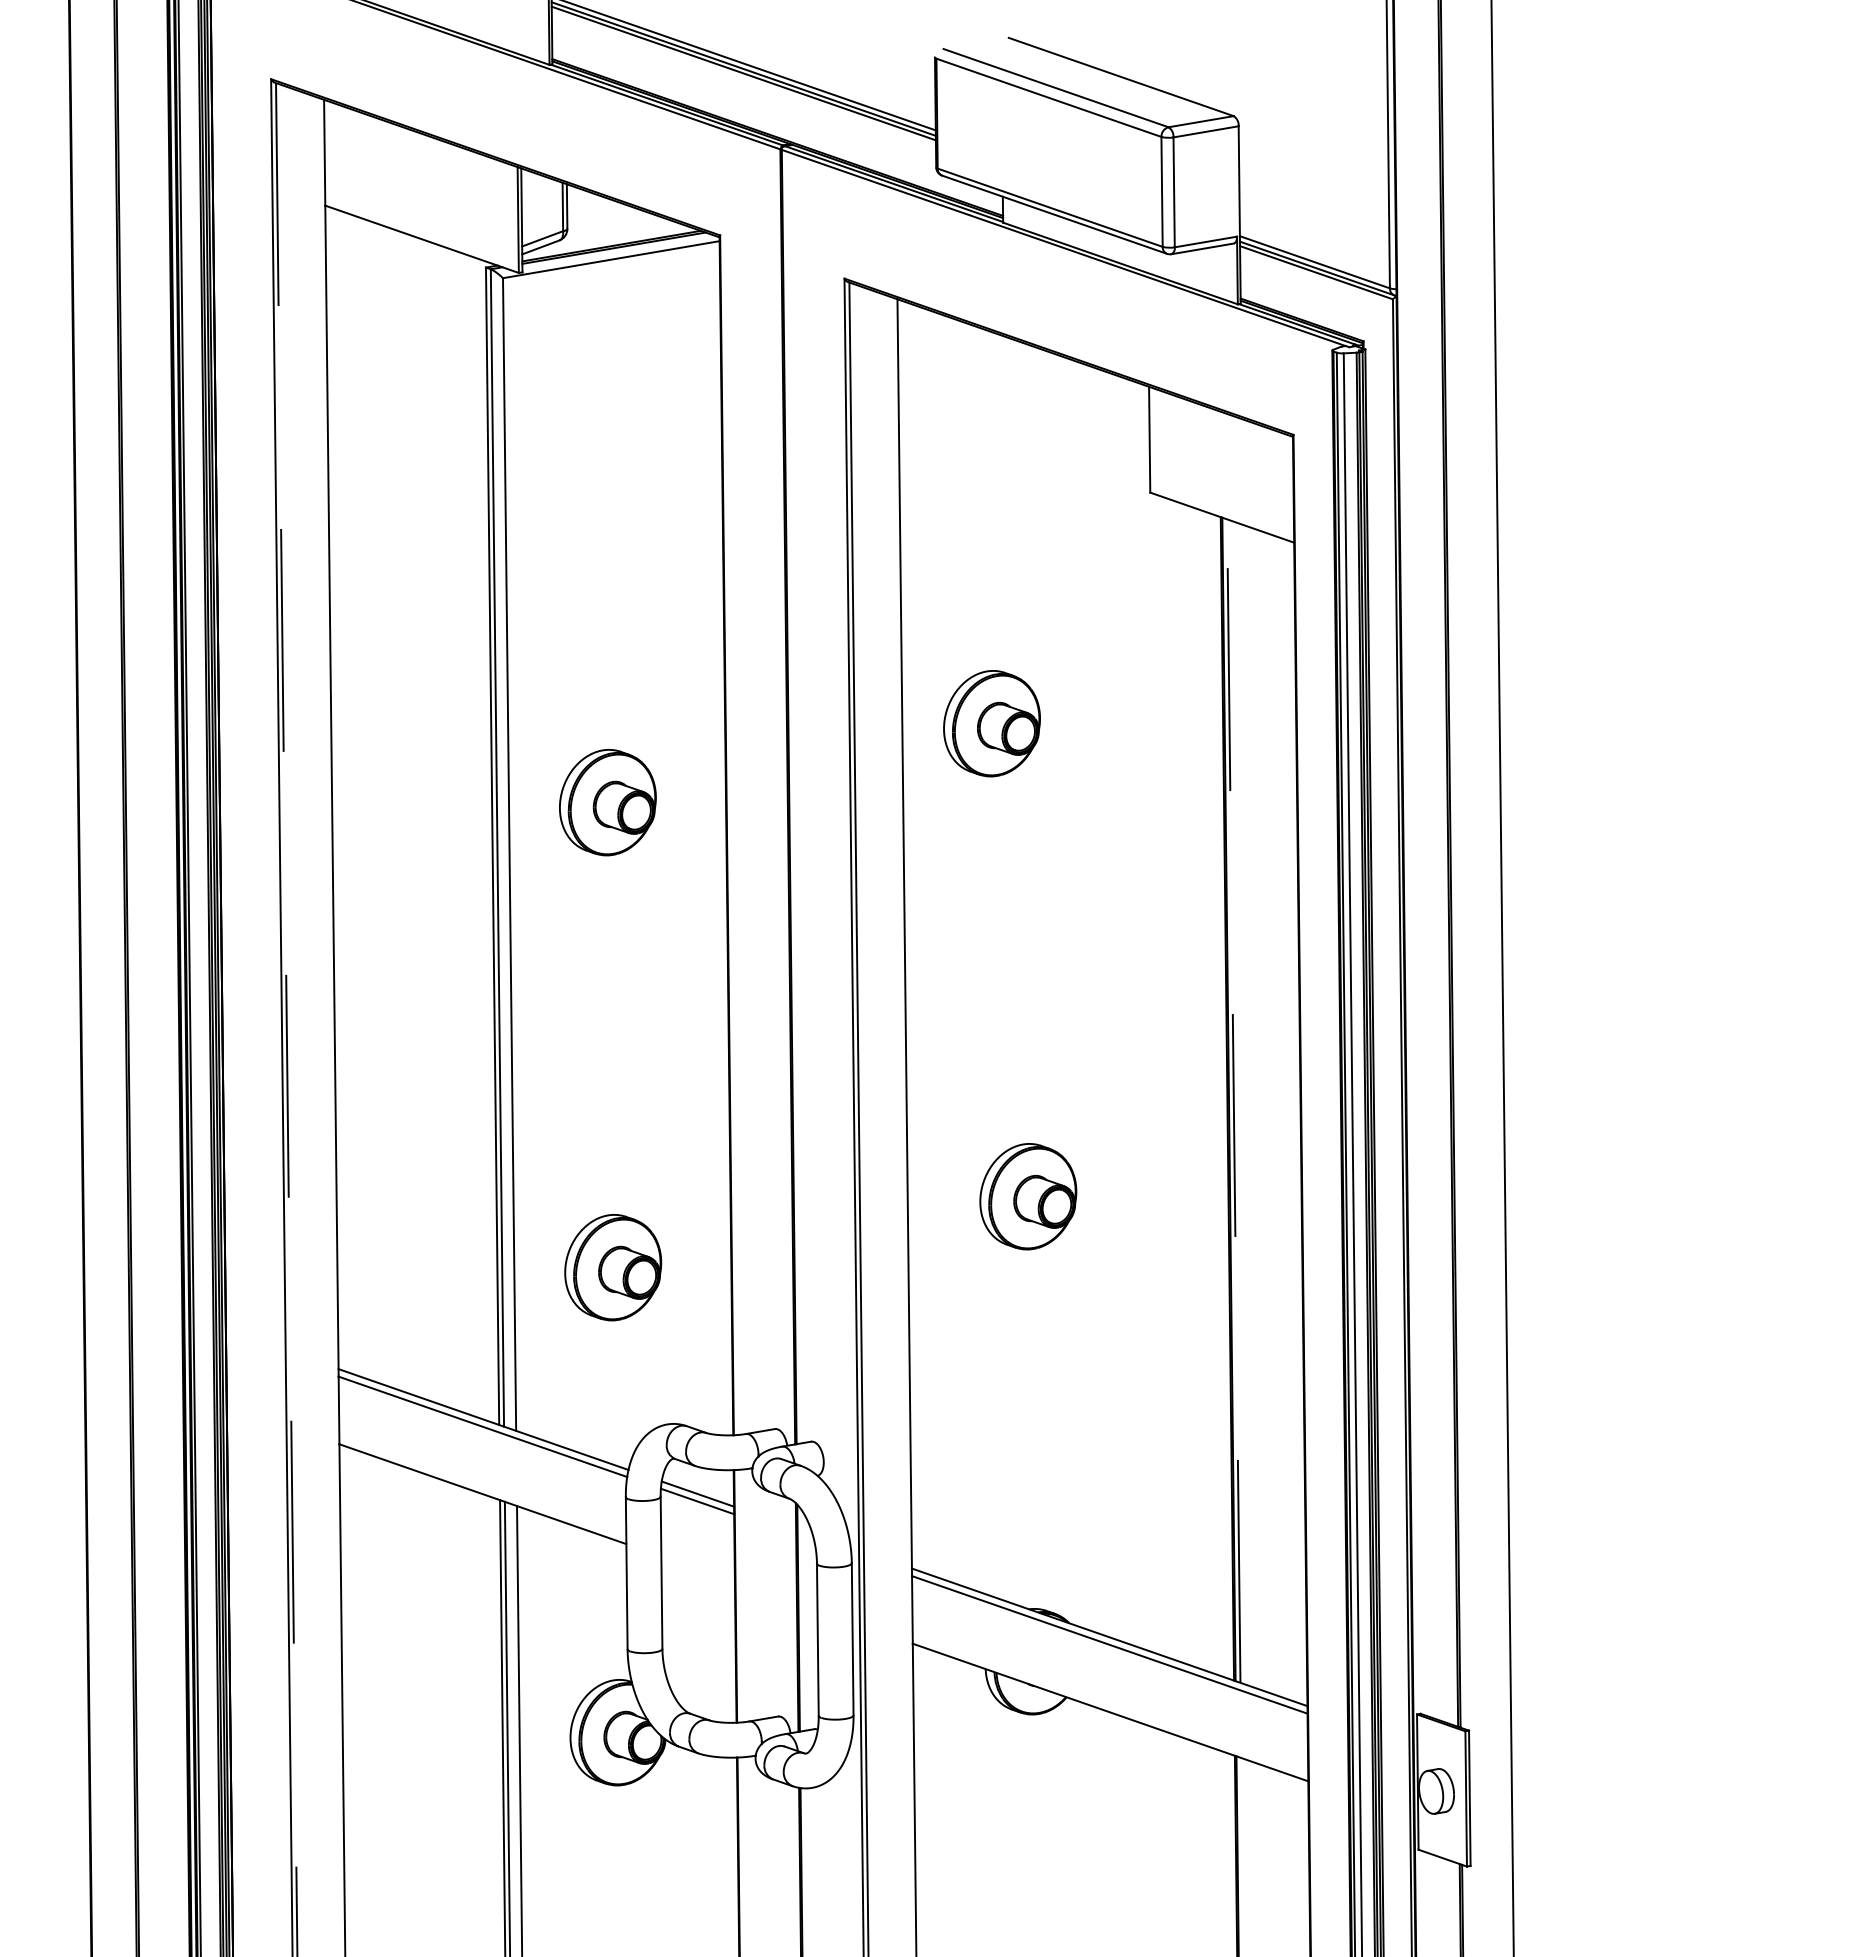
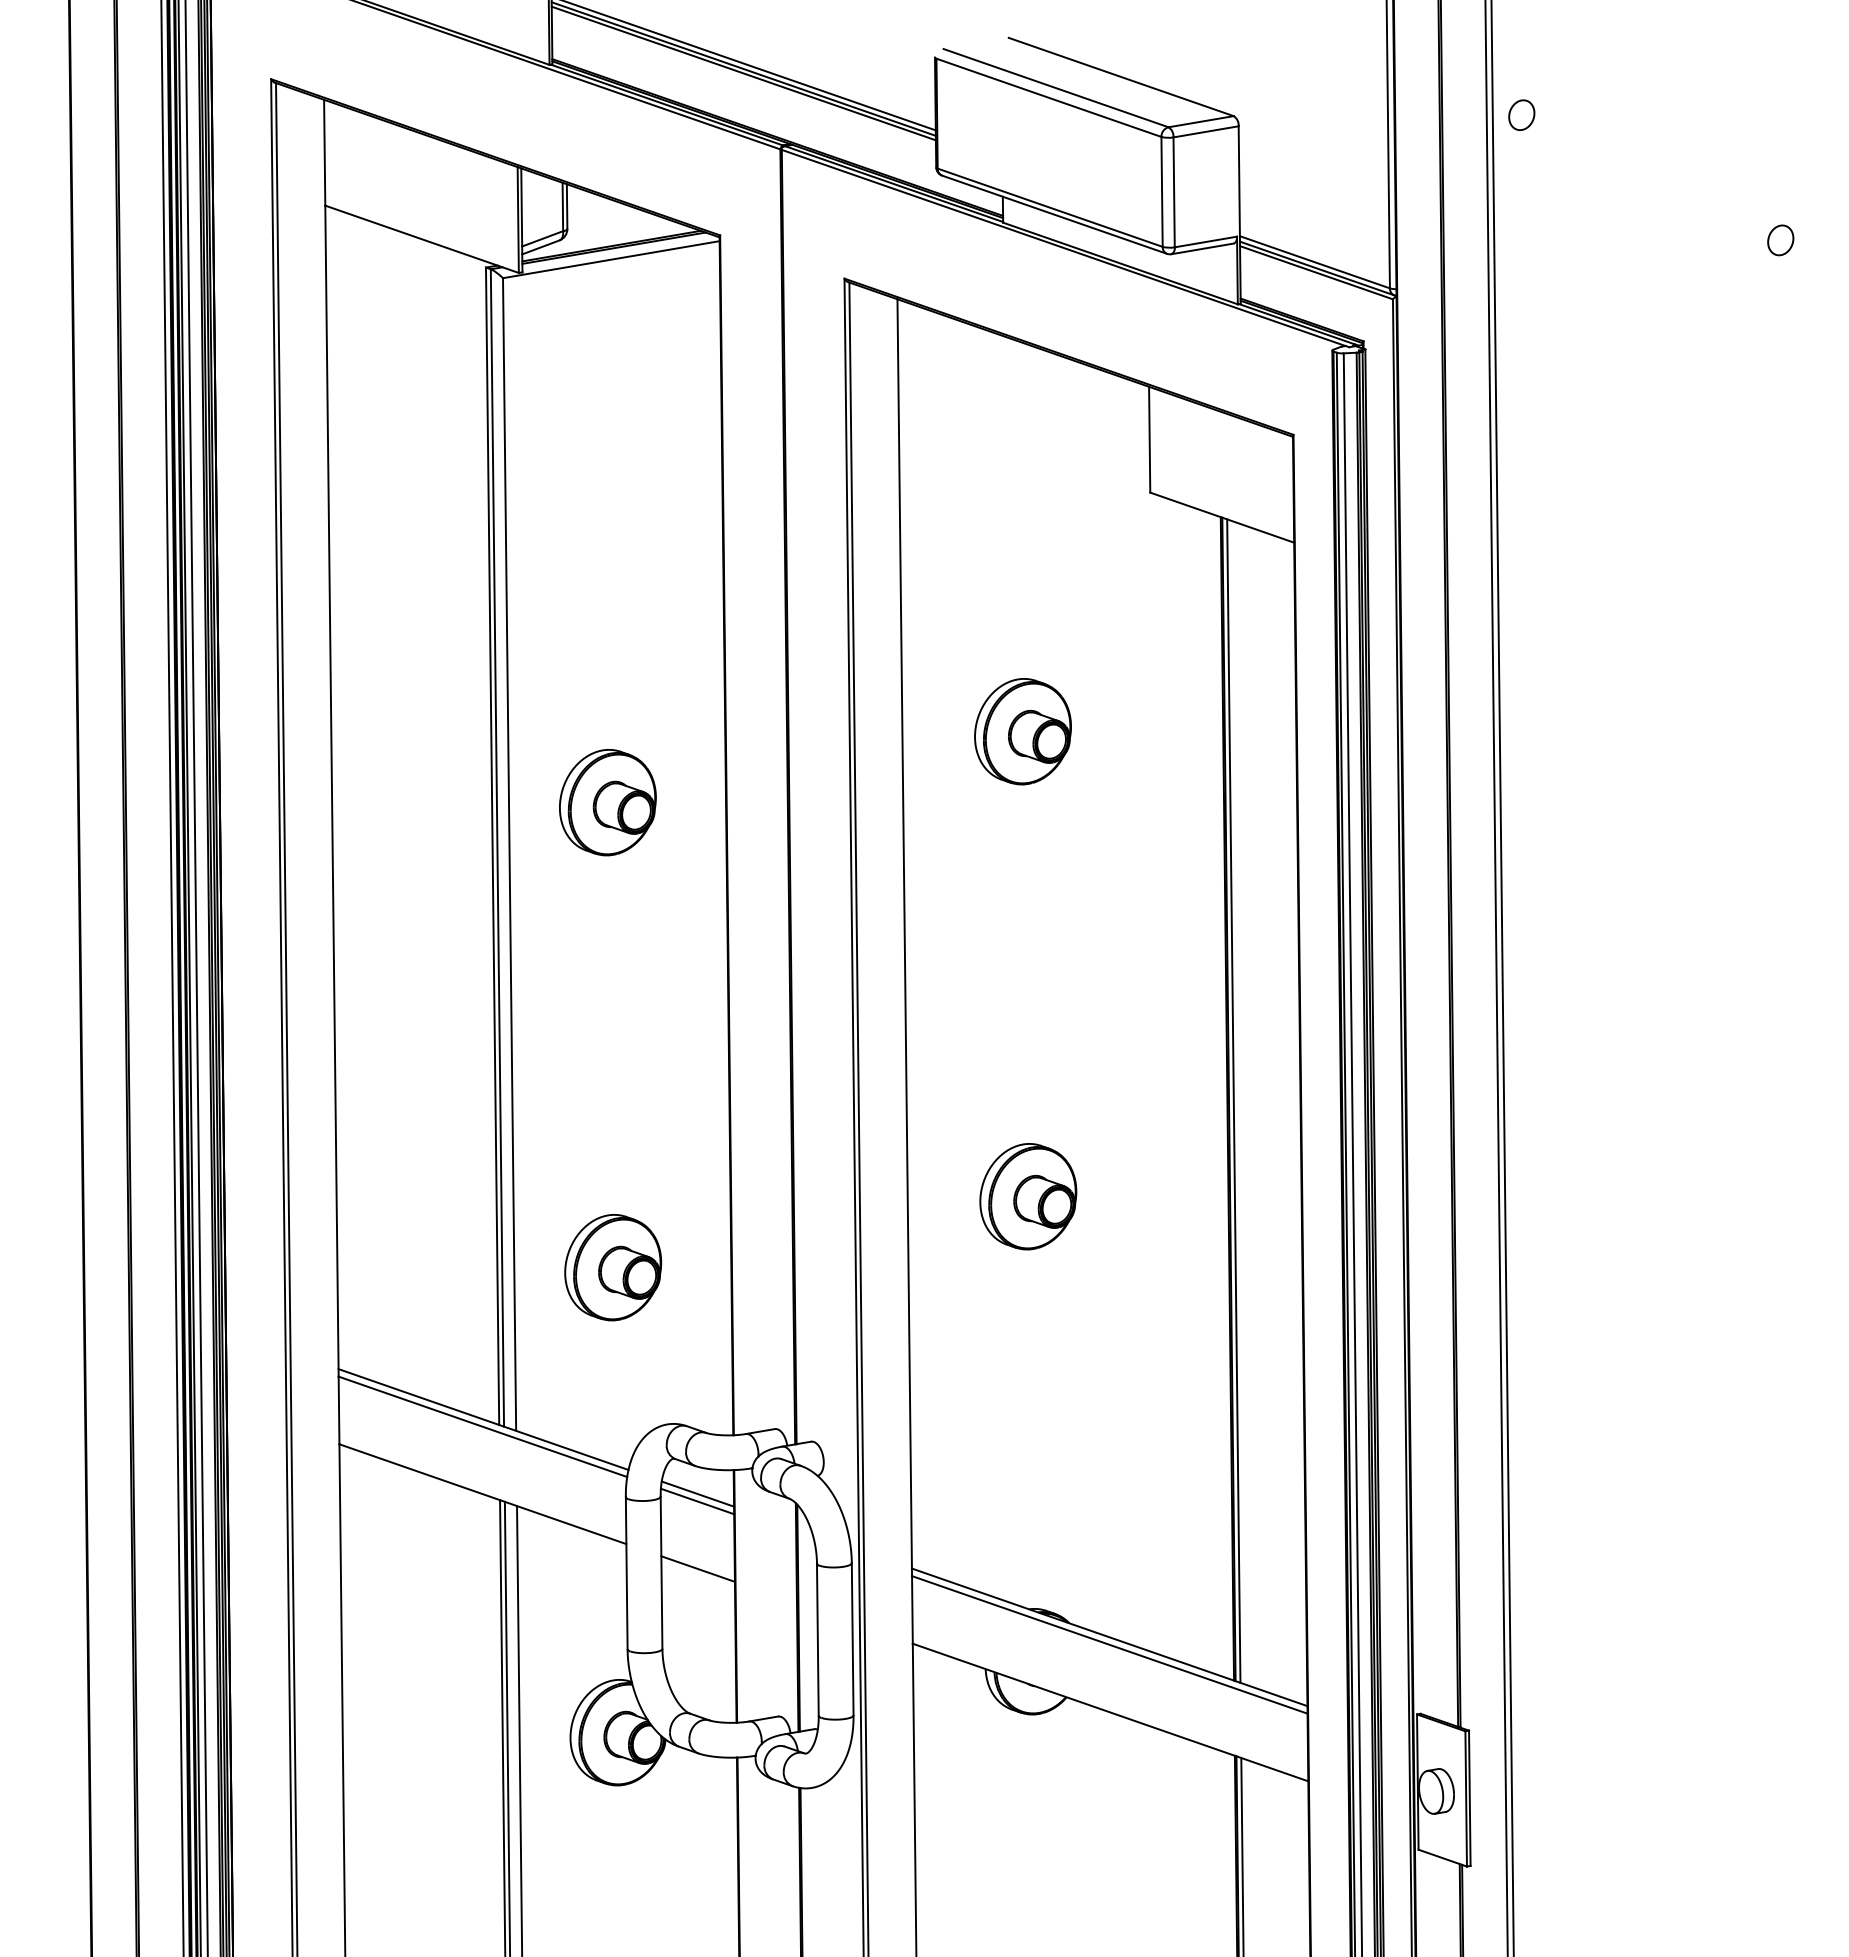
part at (1521, 114): none -> present
part at (1780, 240): none -> present
part at (991, 723) position: (991, 723) -> (1022, 731)
line at (172, 977): none -> present
line at (196, 977): none -> present
line at (1496, 977): none -> present
line at (286, 1019): dashed -> solid
line at (1233, 1101): dashed -> solid
line at (697, 1568): none -> present
line at (1242, 1855): none -> present
